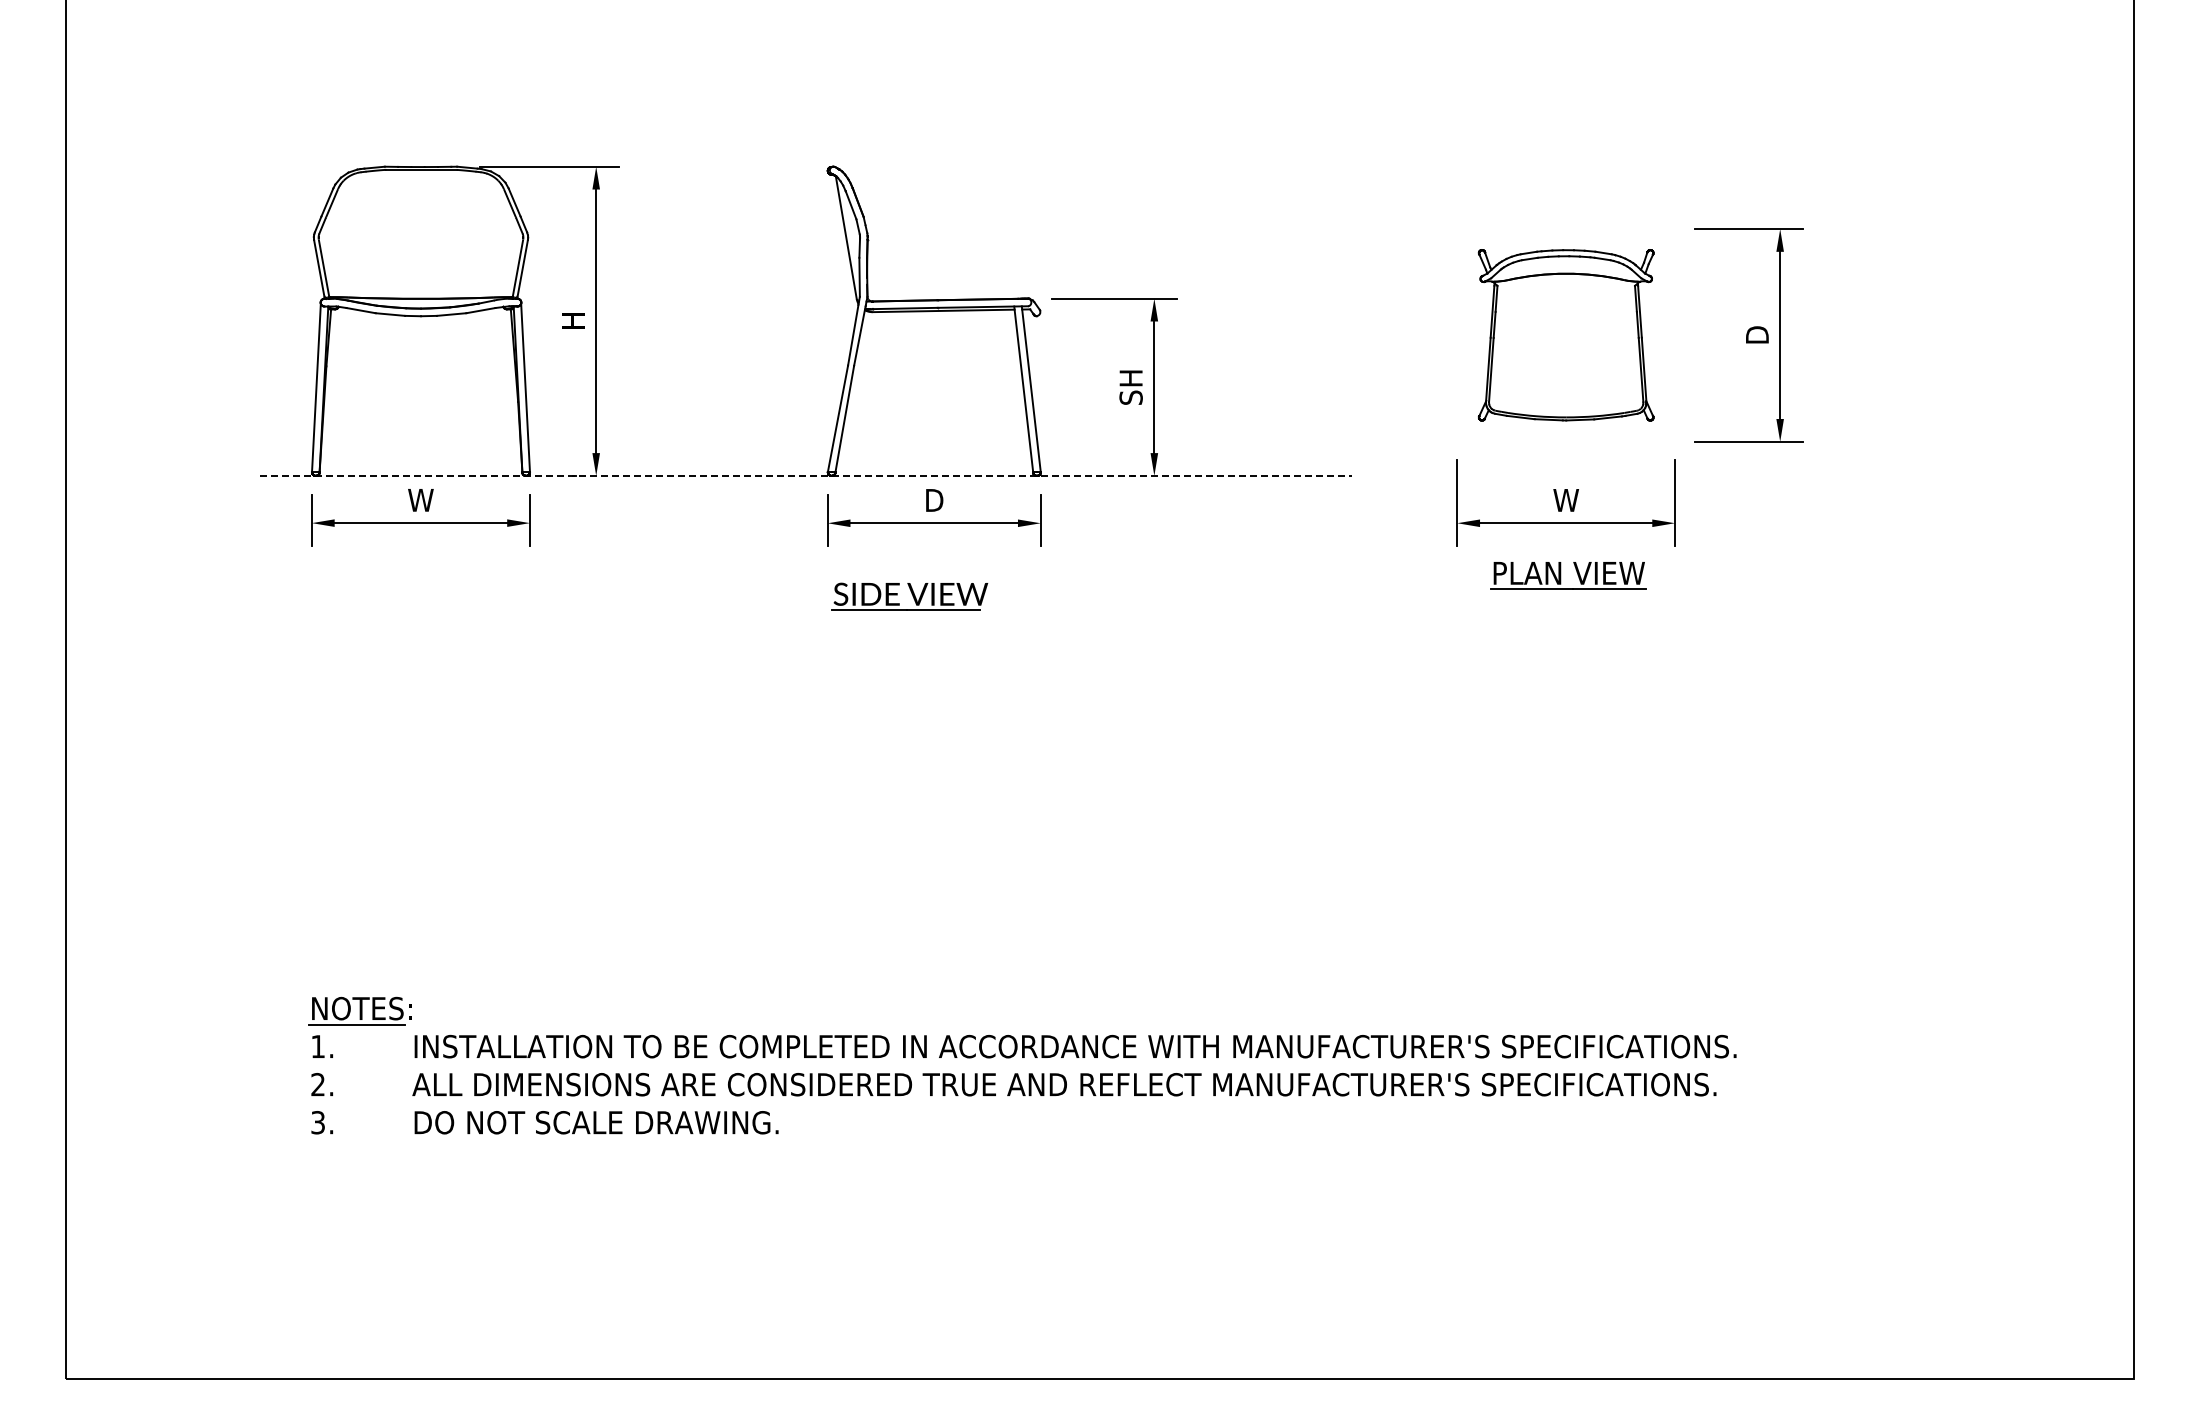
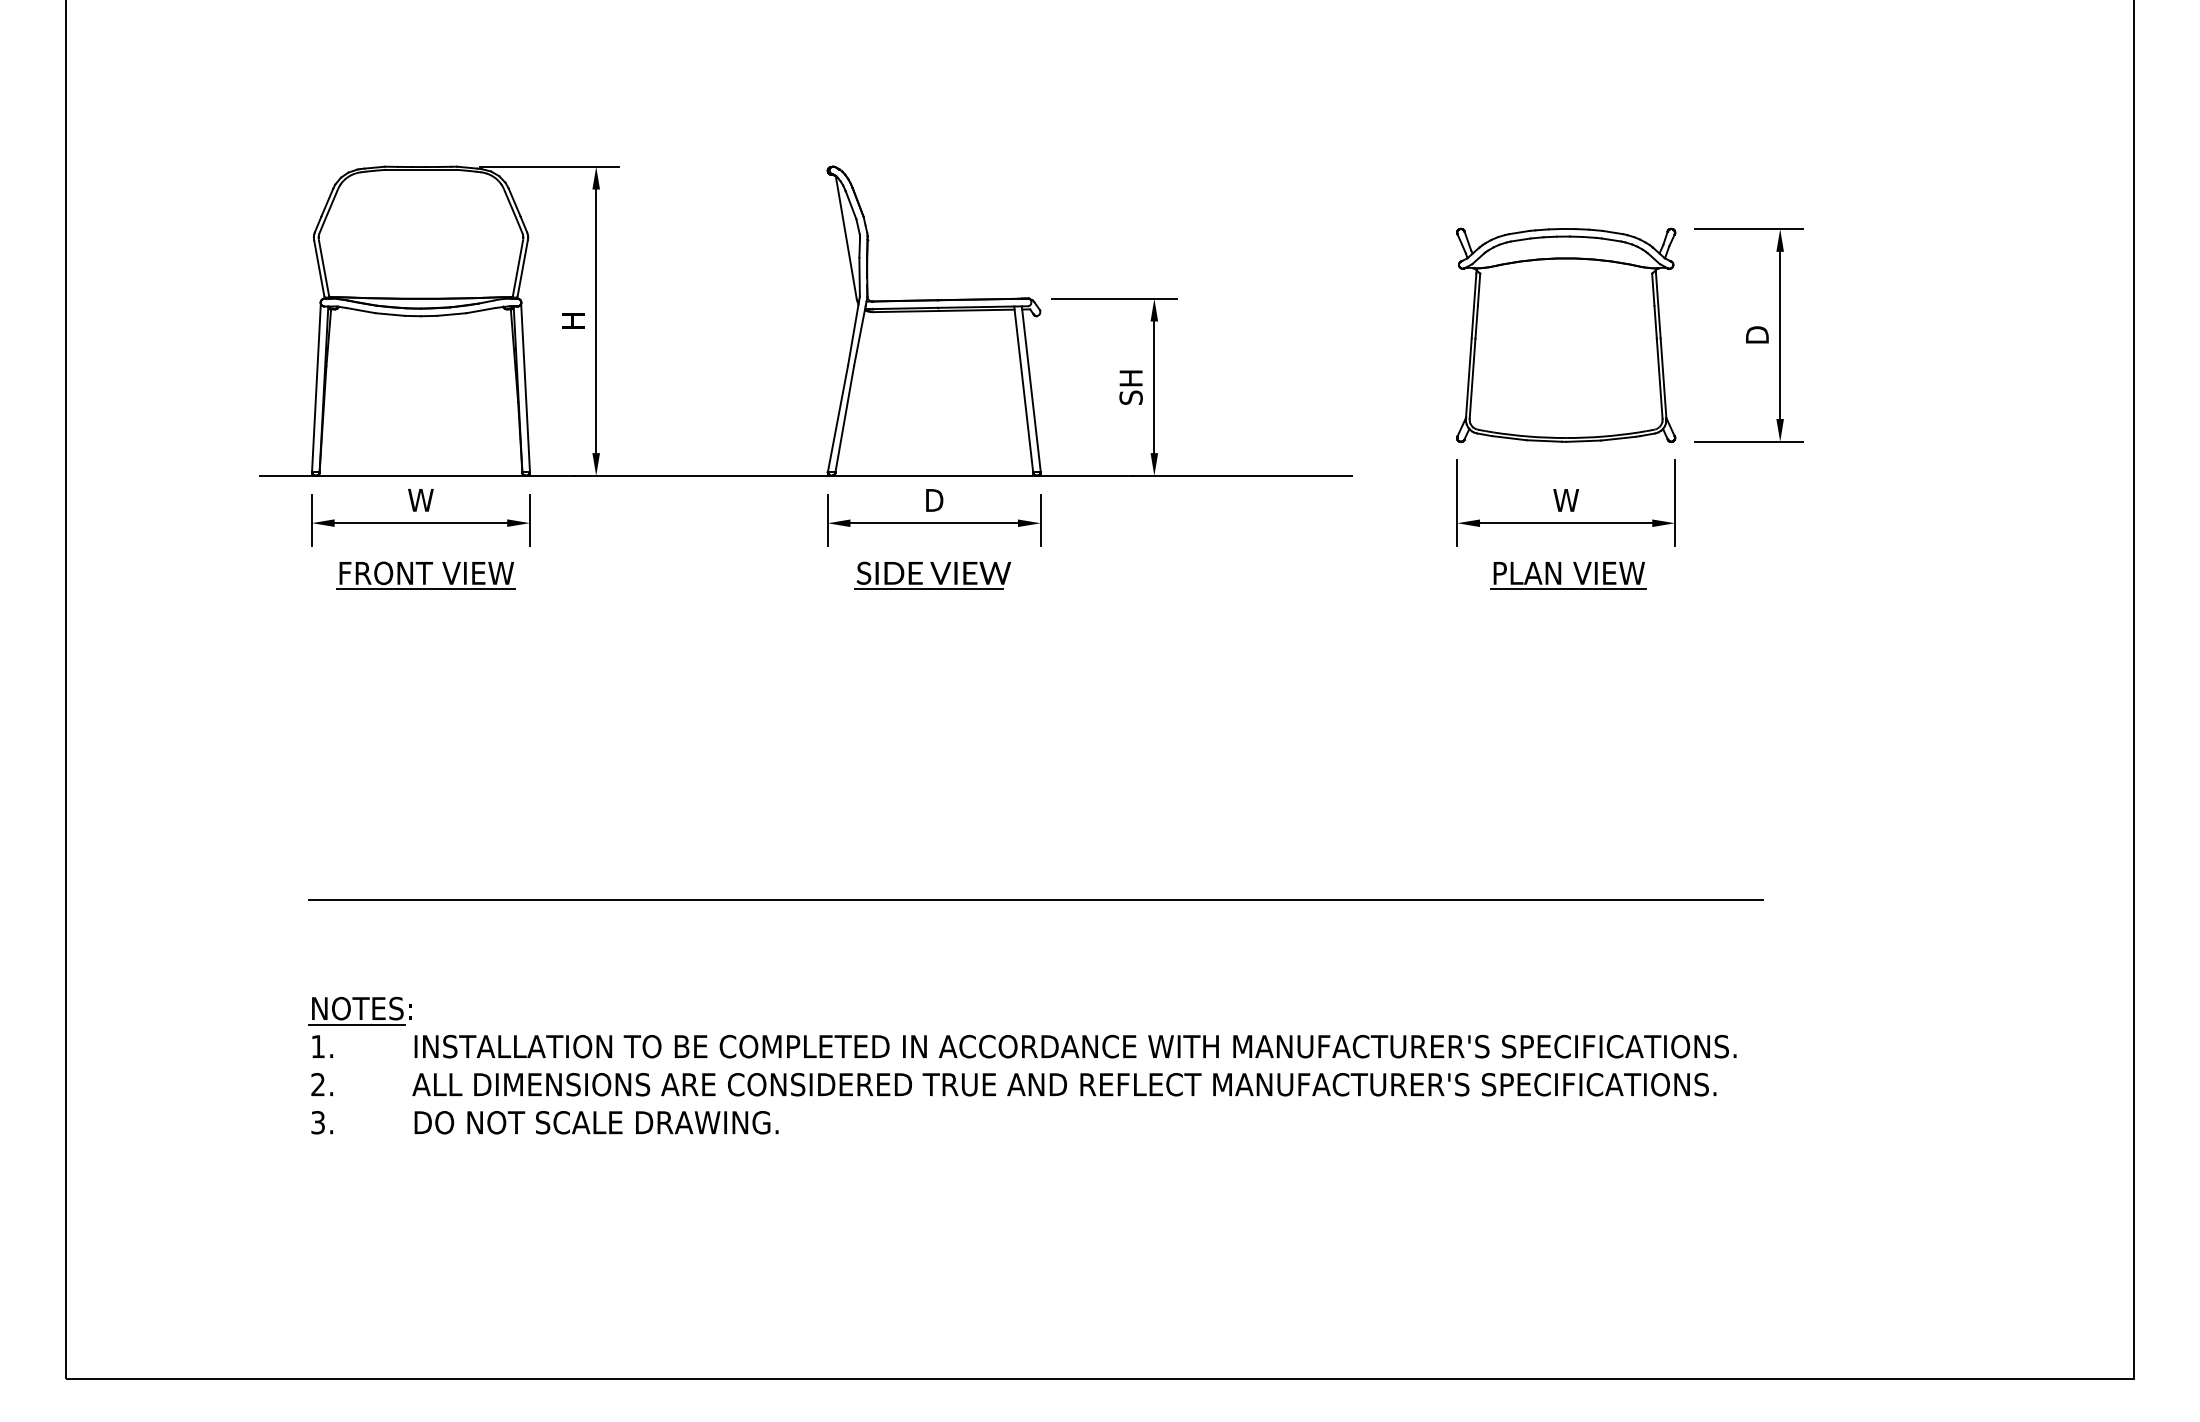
part at (1565, 335) size: 178x173 px -> 221x216 px
line at (806, 475): dashed -> solid
part at (425, 575): none -> present
part at (909, 596) position: (909, 596) -> (932, 575)
line at (1035, 899): none -> present
